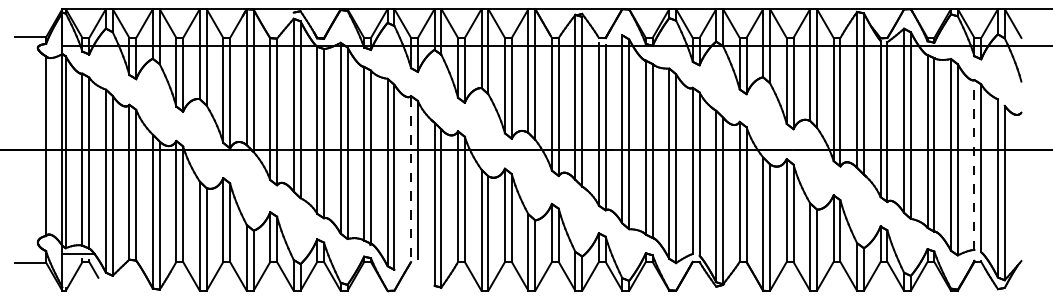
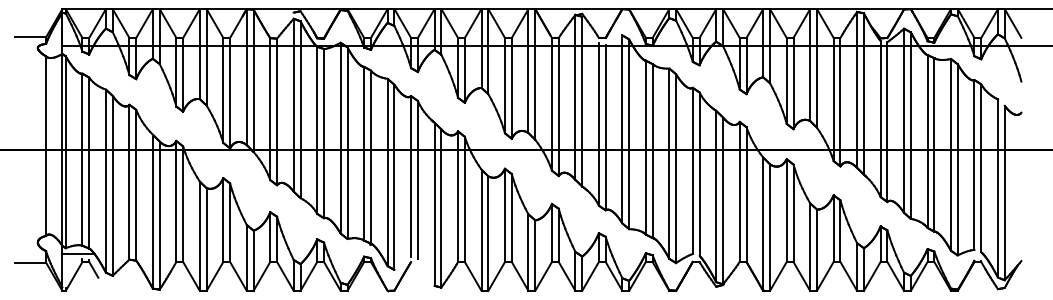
line at (974, 165): dashed -> solid
line at (411, 176): dashed -> solid
